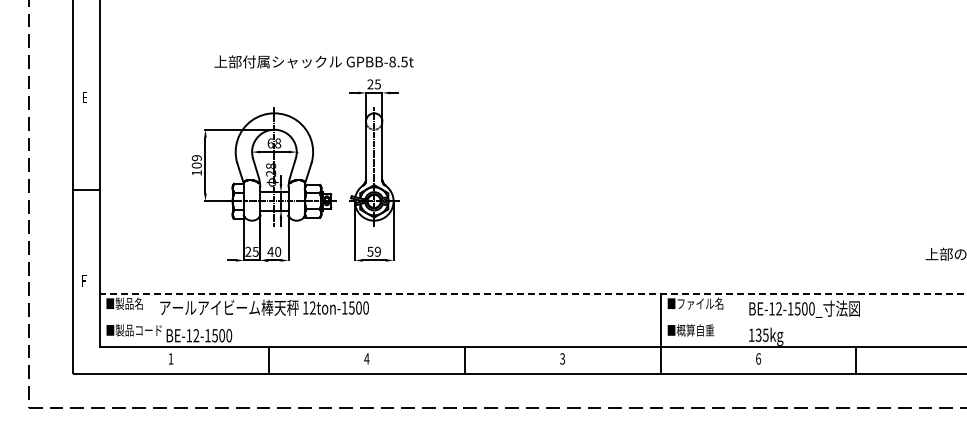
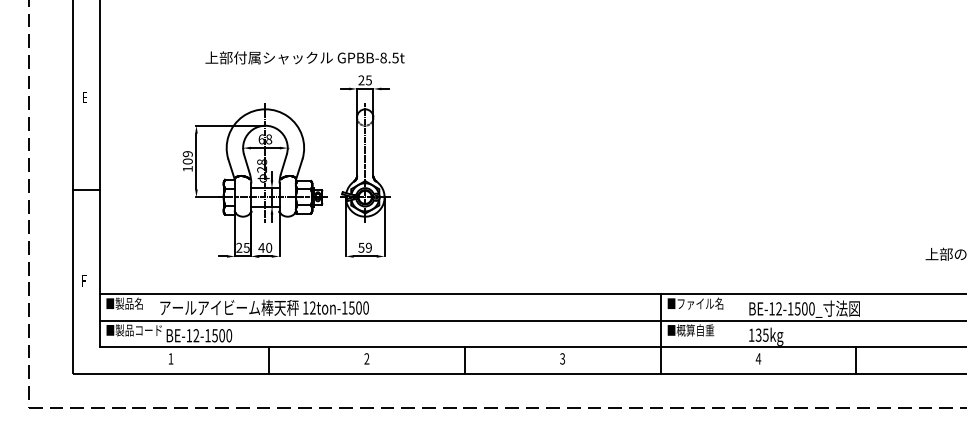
part at (302, 158) position: (302, 158) -> (293, 154)
line at (532, 294): dashed -> solid
line at (531, 320): none -> present
text at (366, 358): 4 -> 2
text at (757, 358): 6 -> 4
